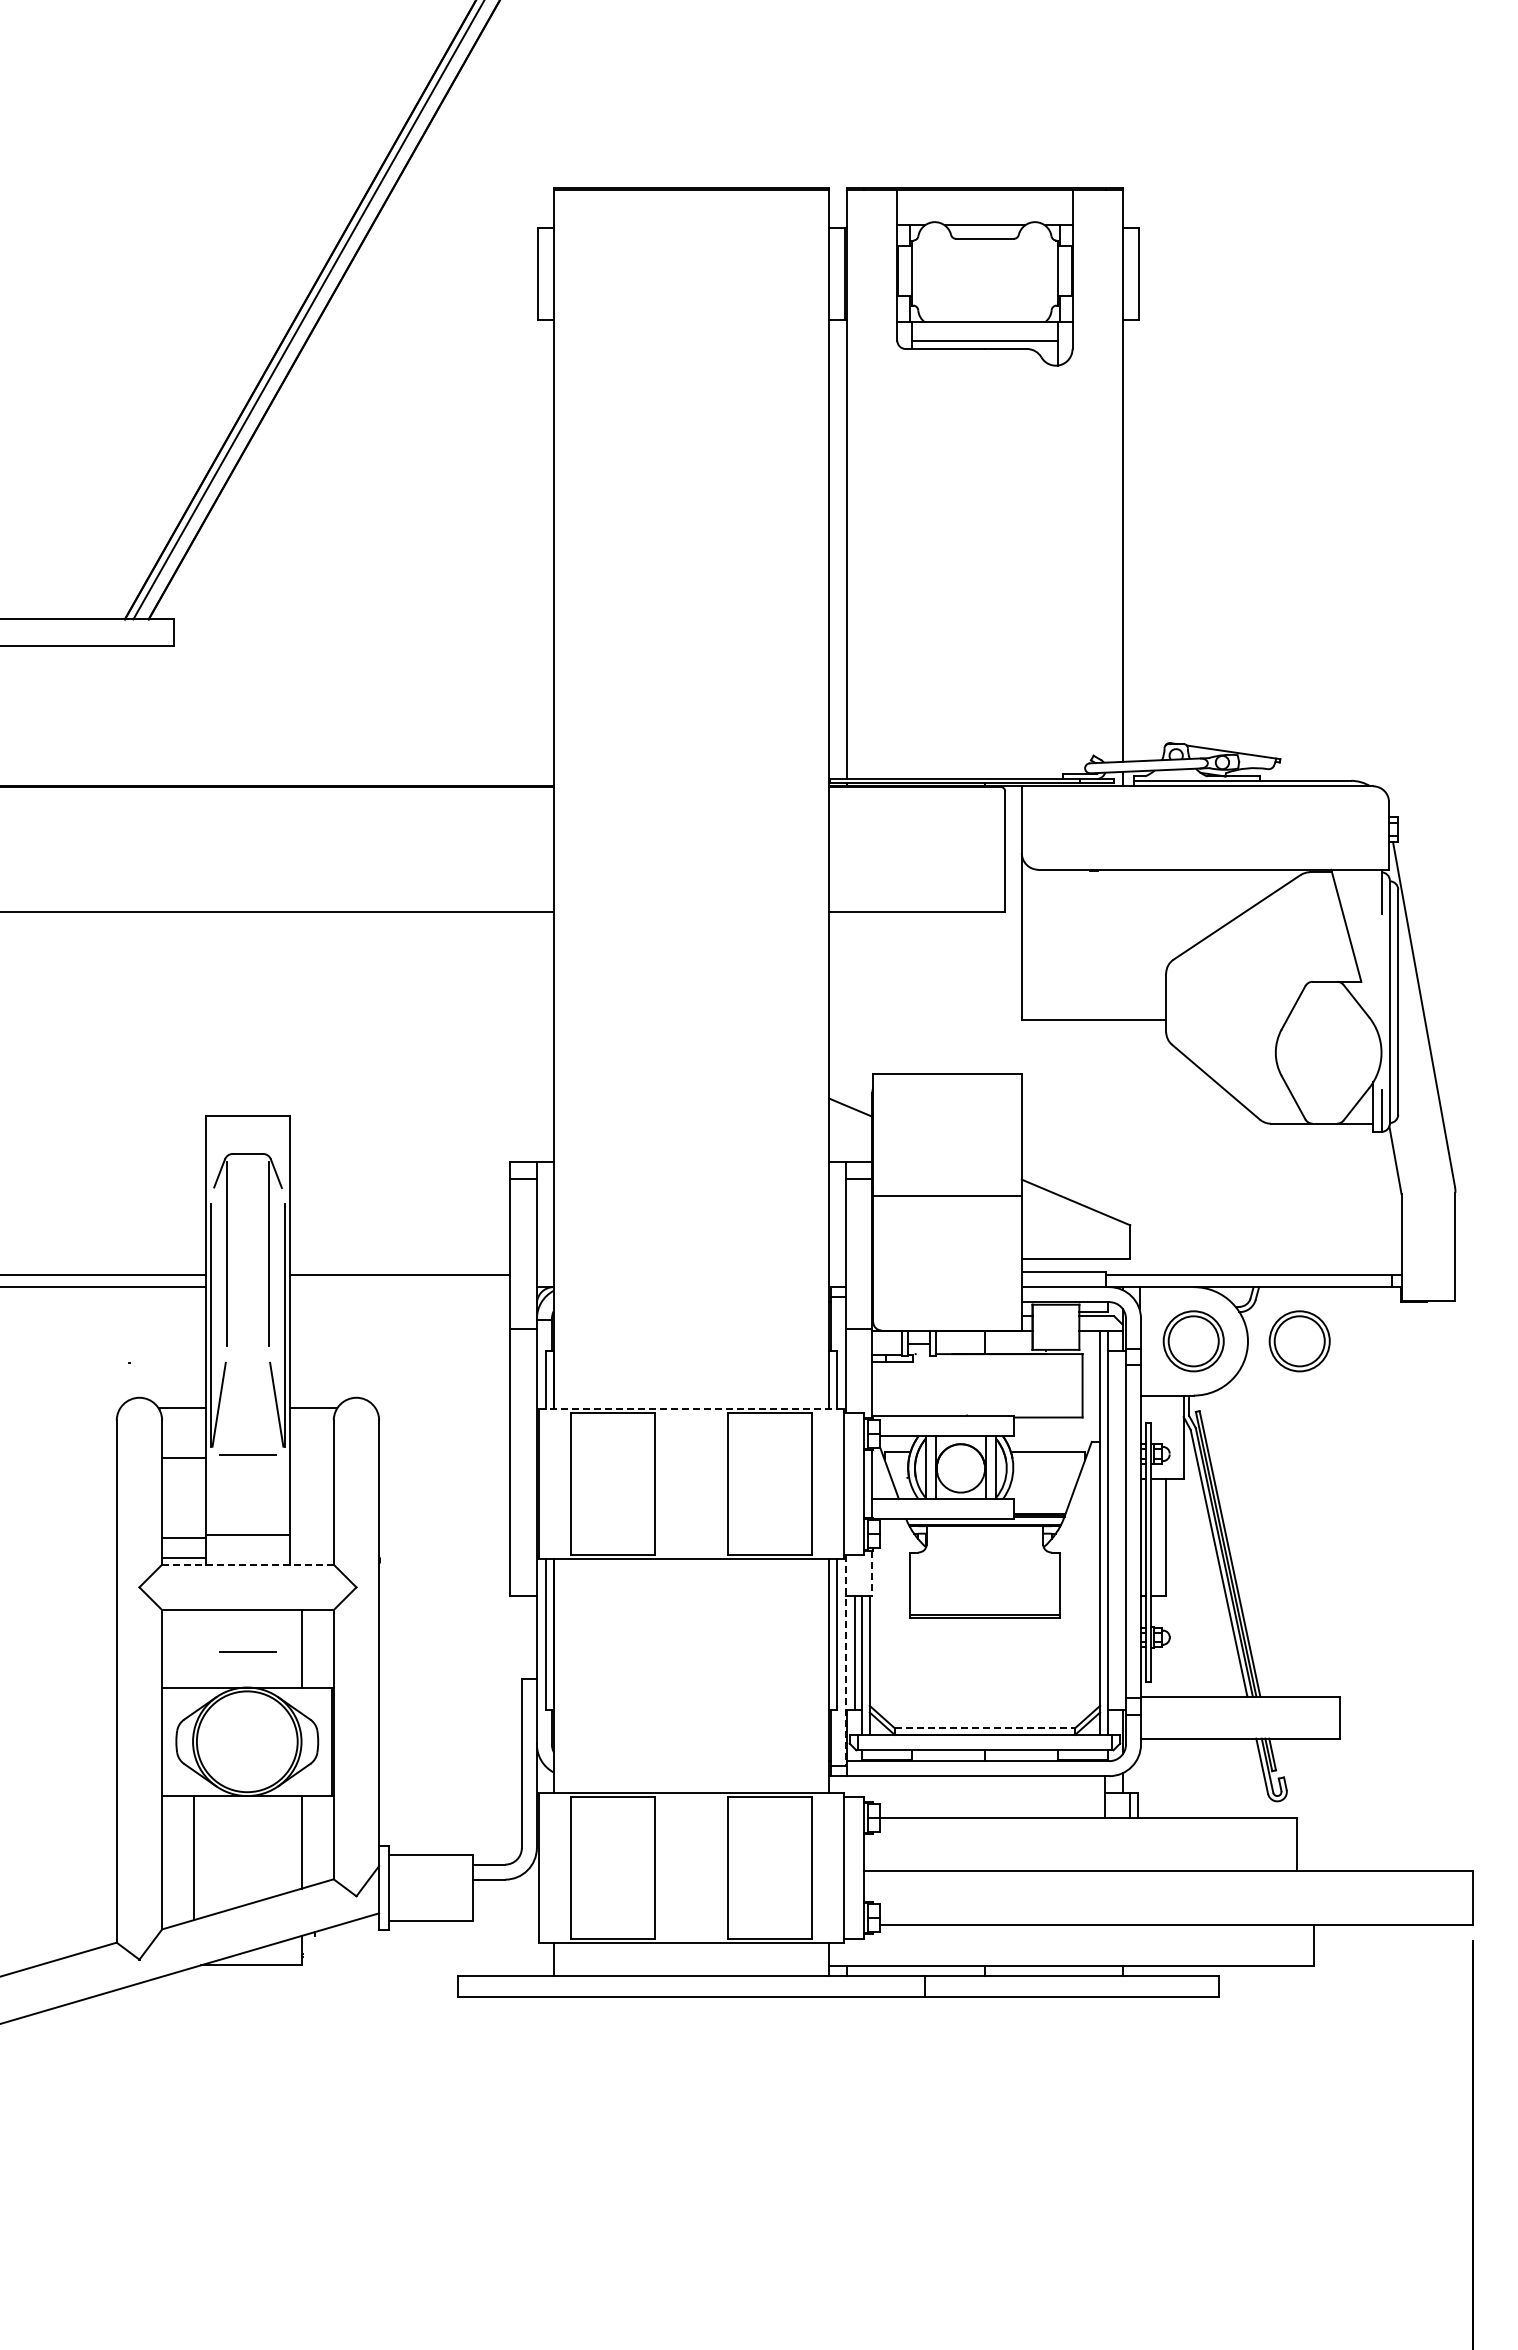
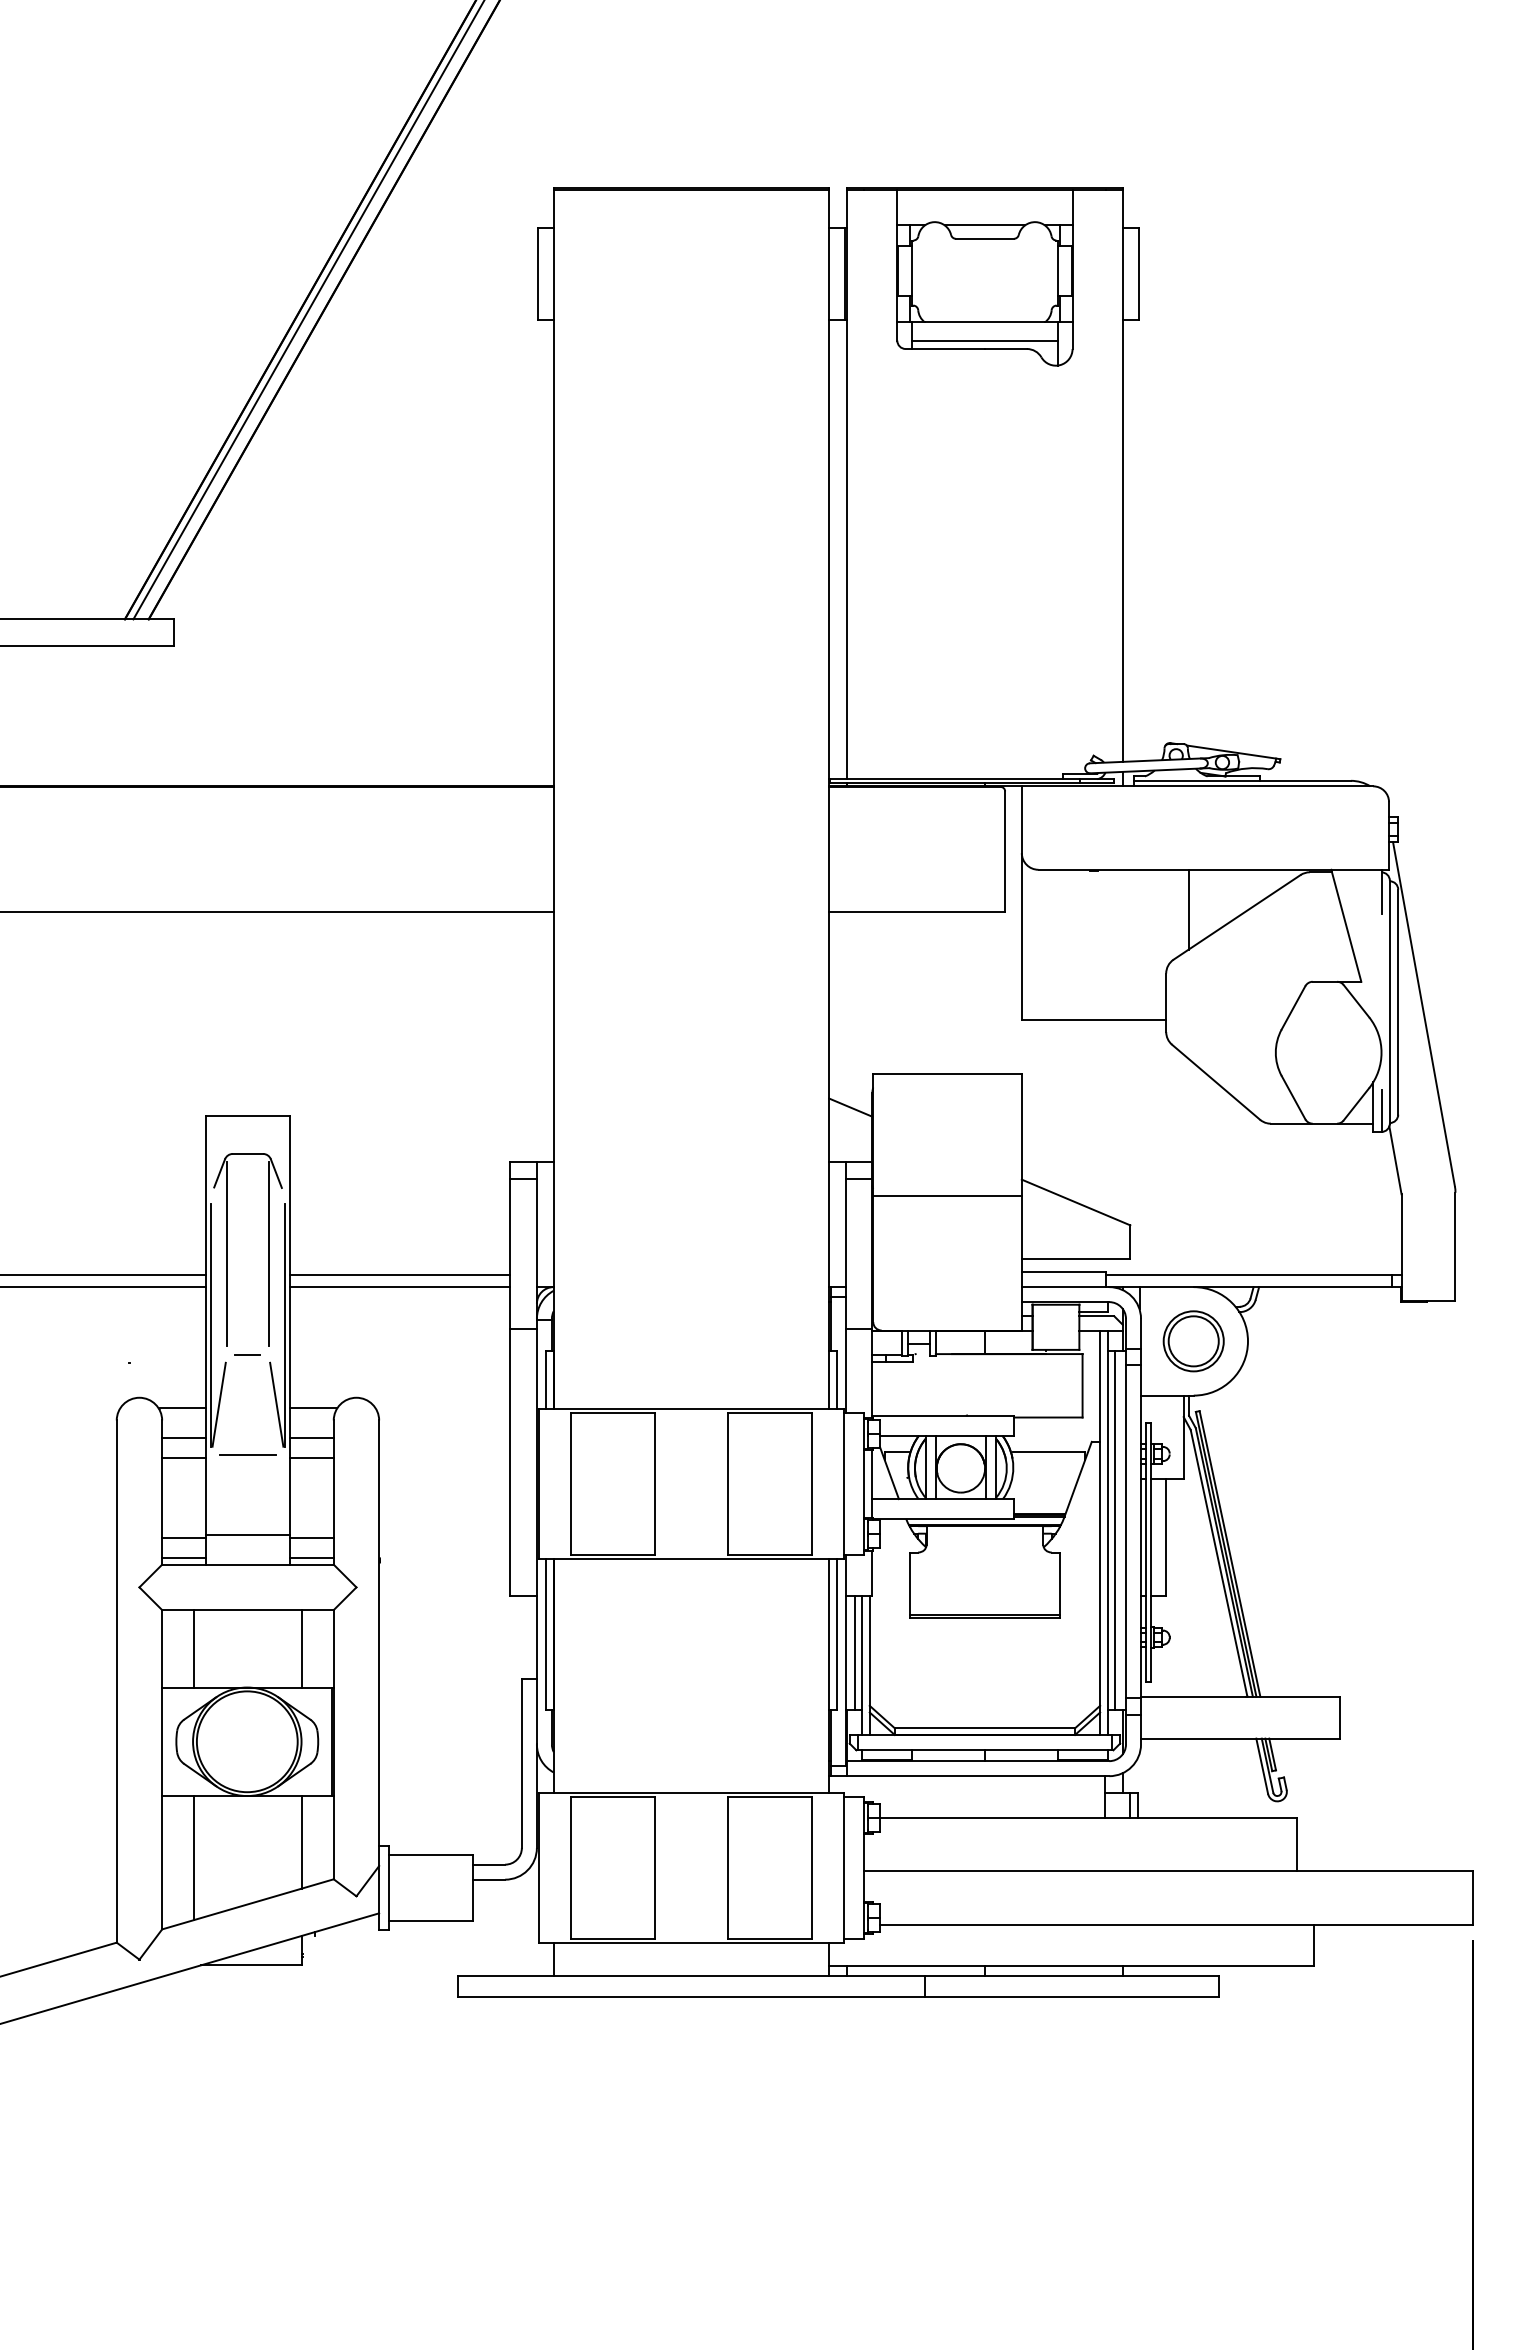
line at (1188, 909): none -> present
line at (399, 1287): none -> present
part at (1299, 1341): present -> none
line at (247, 1354): none -> present
line at (691, 1408): dashed -> solid
line at (184, 1438): none -> present
line at (311, 1438): none -> present
line at (311, 1458): none -> present
line at (1114, 1530): none -> present
line at (311, 1538): none -> present
line at (311, 1558): none -> present
line at (247, 1564): dashed -> solid
line at (872, 1573): dashed -> solid
line at (193, 1648): none -> present
line at (247, 1651): present -> none
line at (845, 1660): dashed -> solid
line at (985, 1728): dashed -> solid
